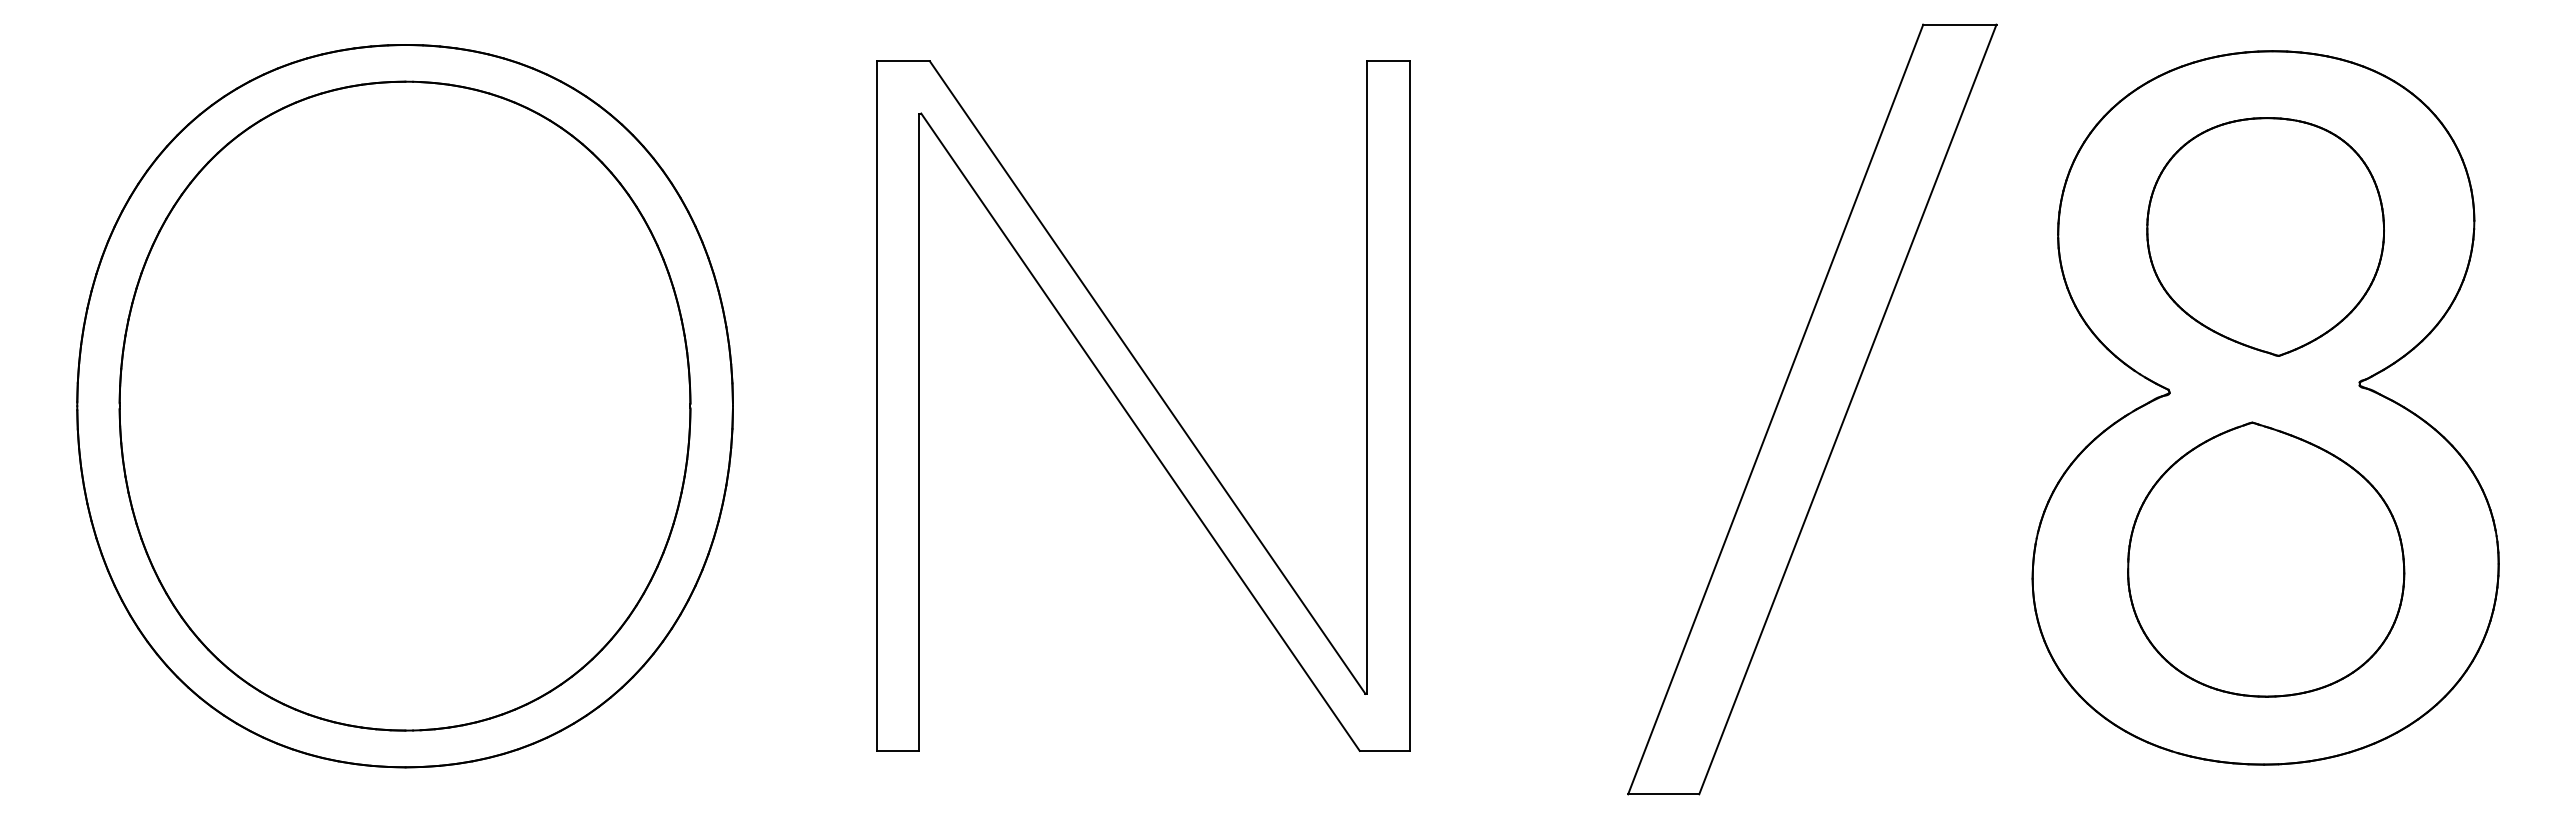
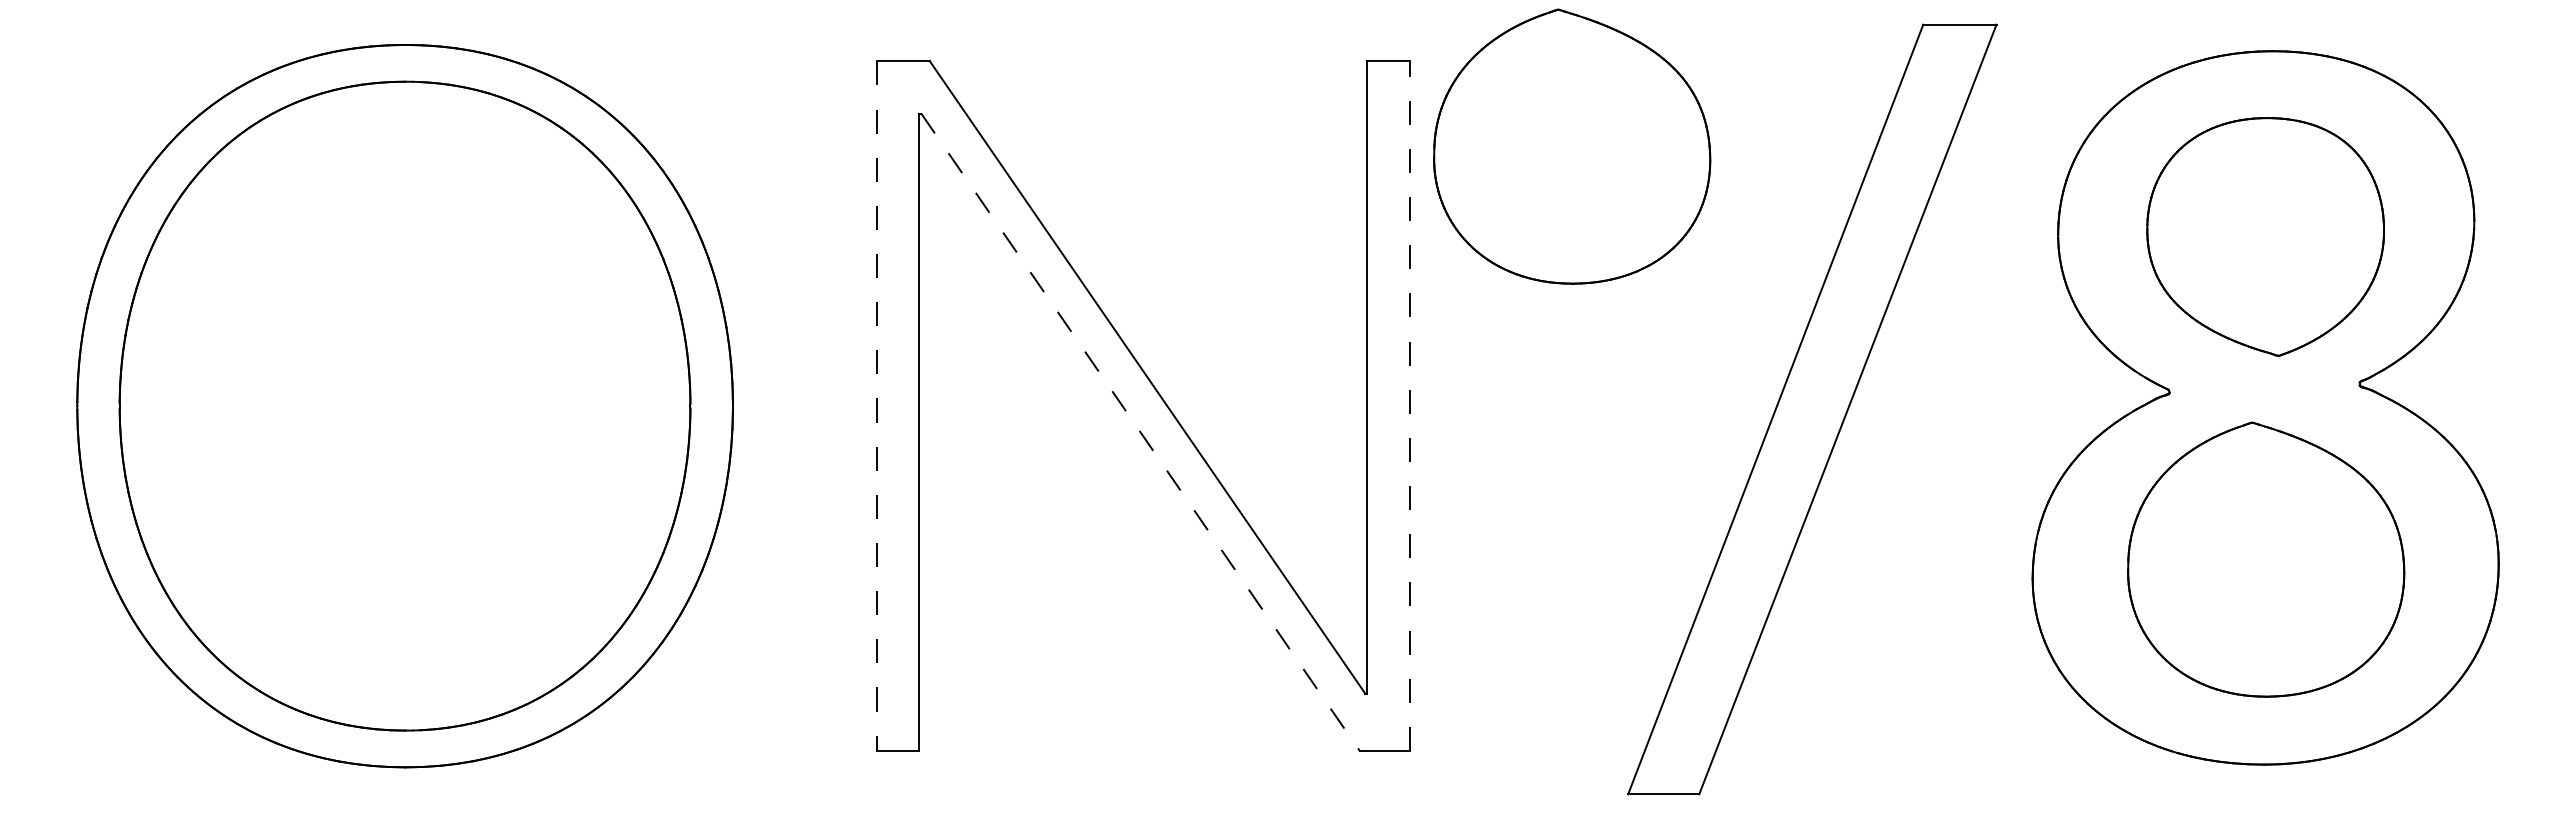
part at (1572, 146): none -> present
line at (876, 406): solid -> dashed
line at (1409, 406): solid -> dashed
line at (1140, 432): solid -> dashed
